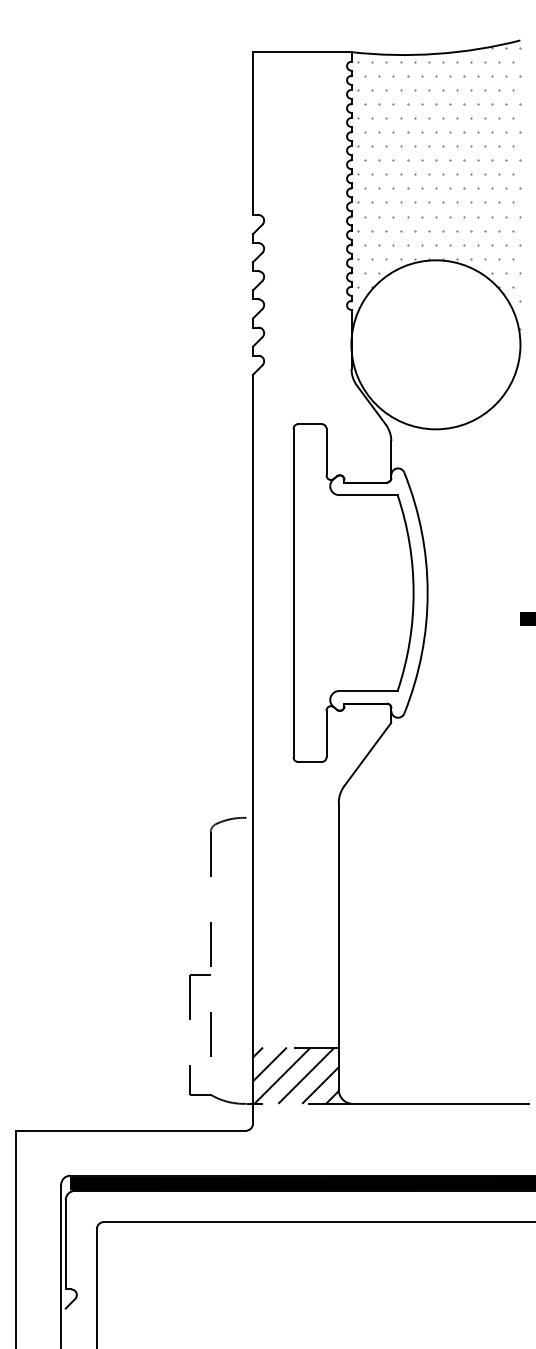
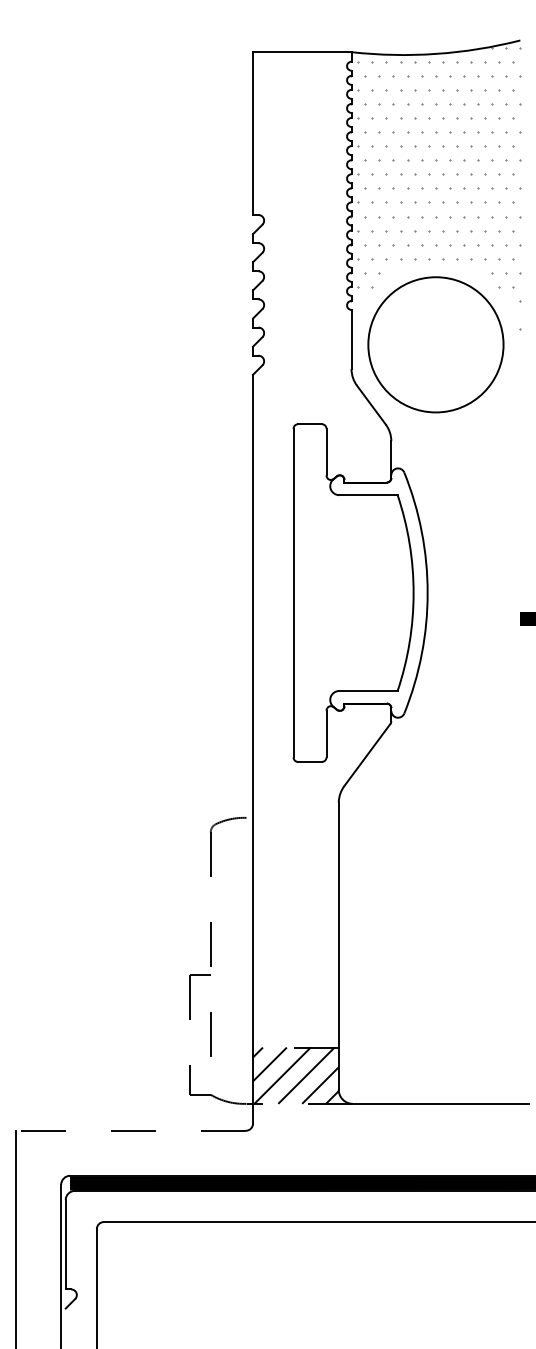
circle at (435, 344) diameter: 169 px -> 135 px
line at (131, 1130): solid -> dashed
